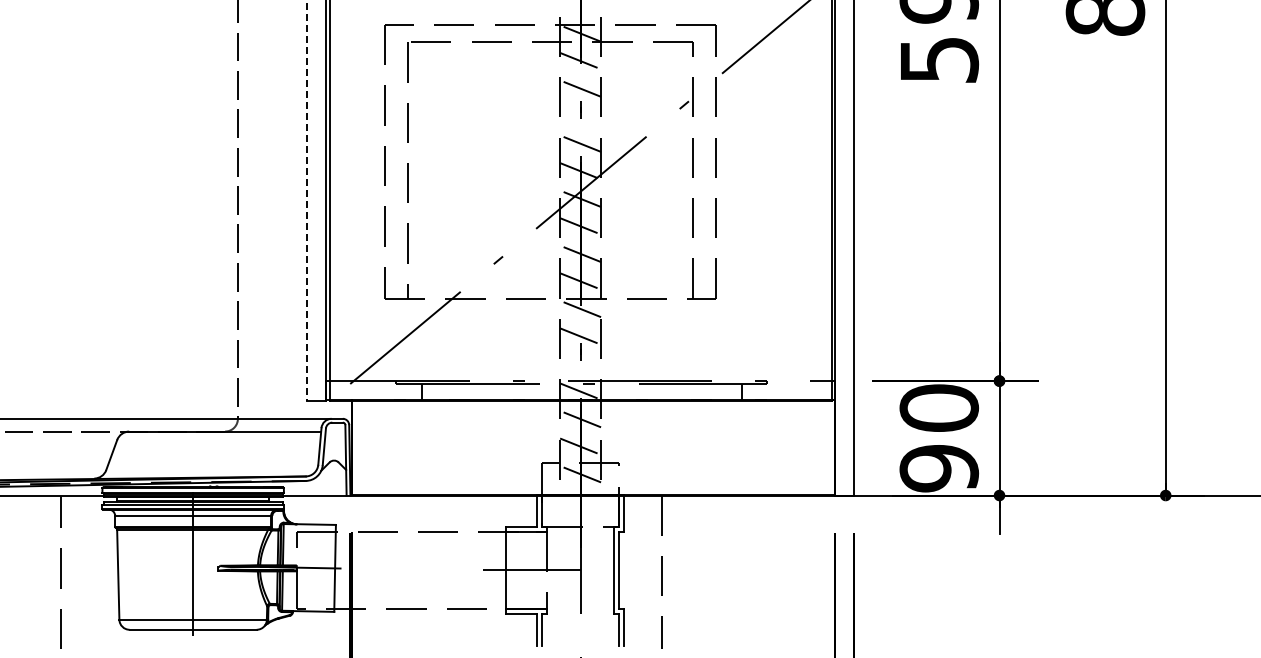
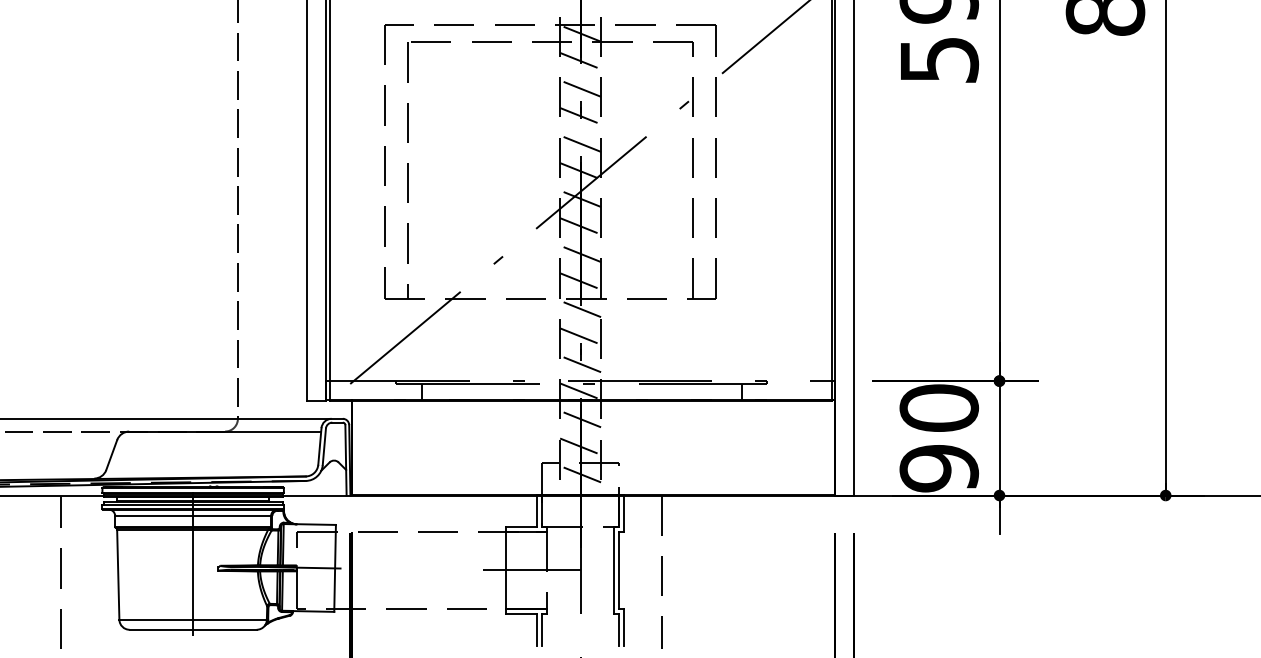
line at (580, 116): none -> present
line at (306, 200): dashed -> solid
line at (580, 363): none -> present
